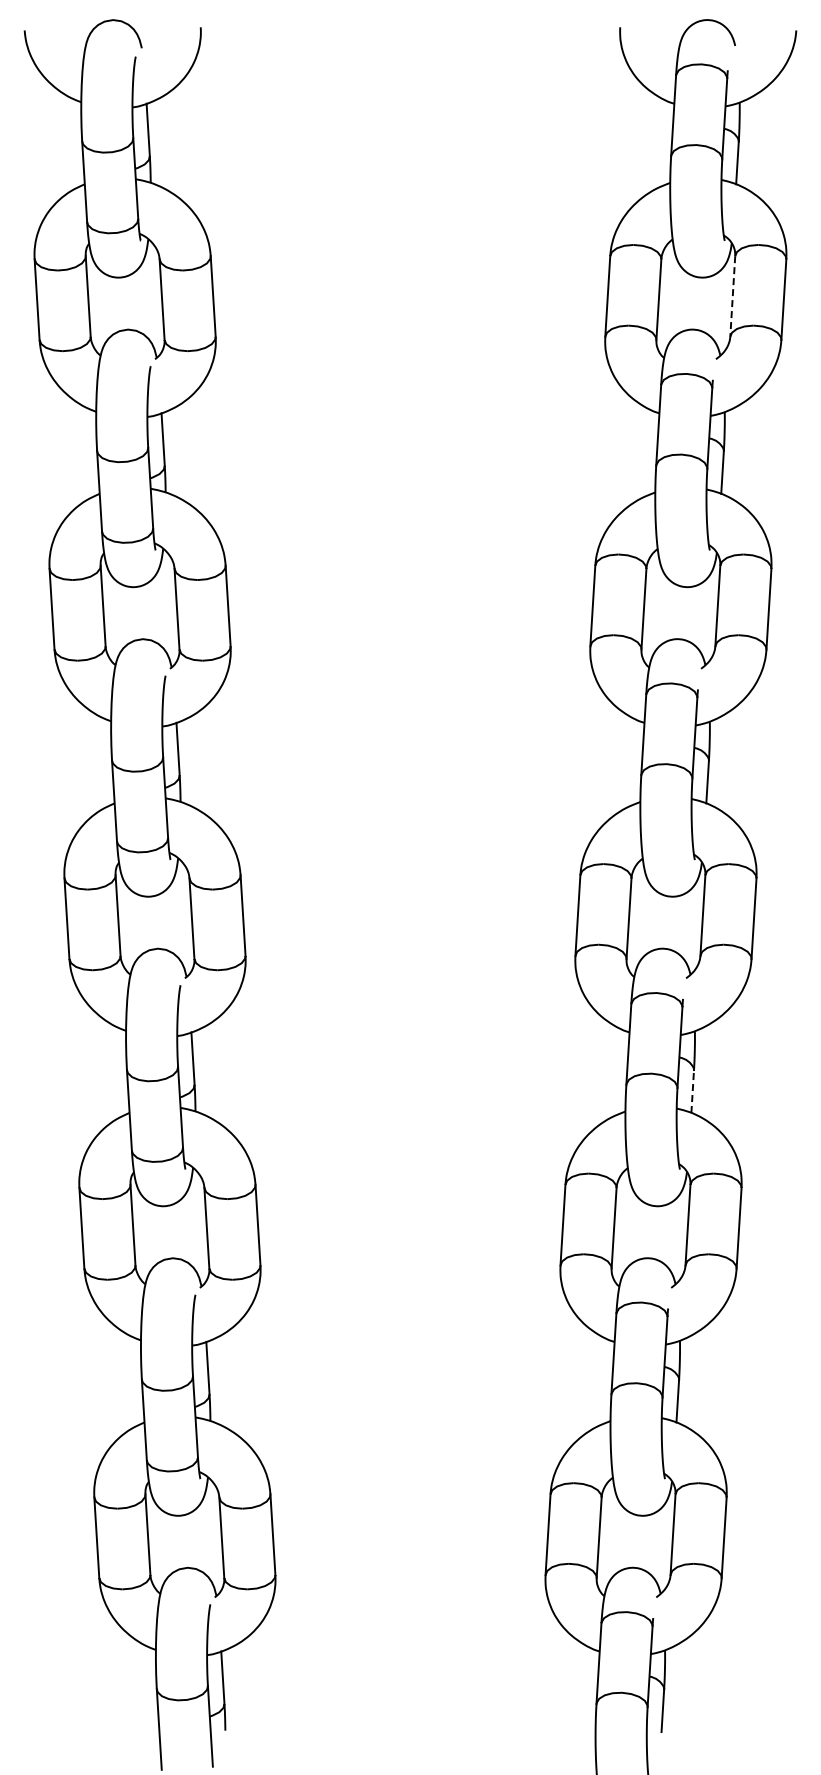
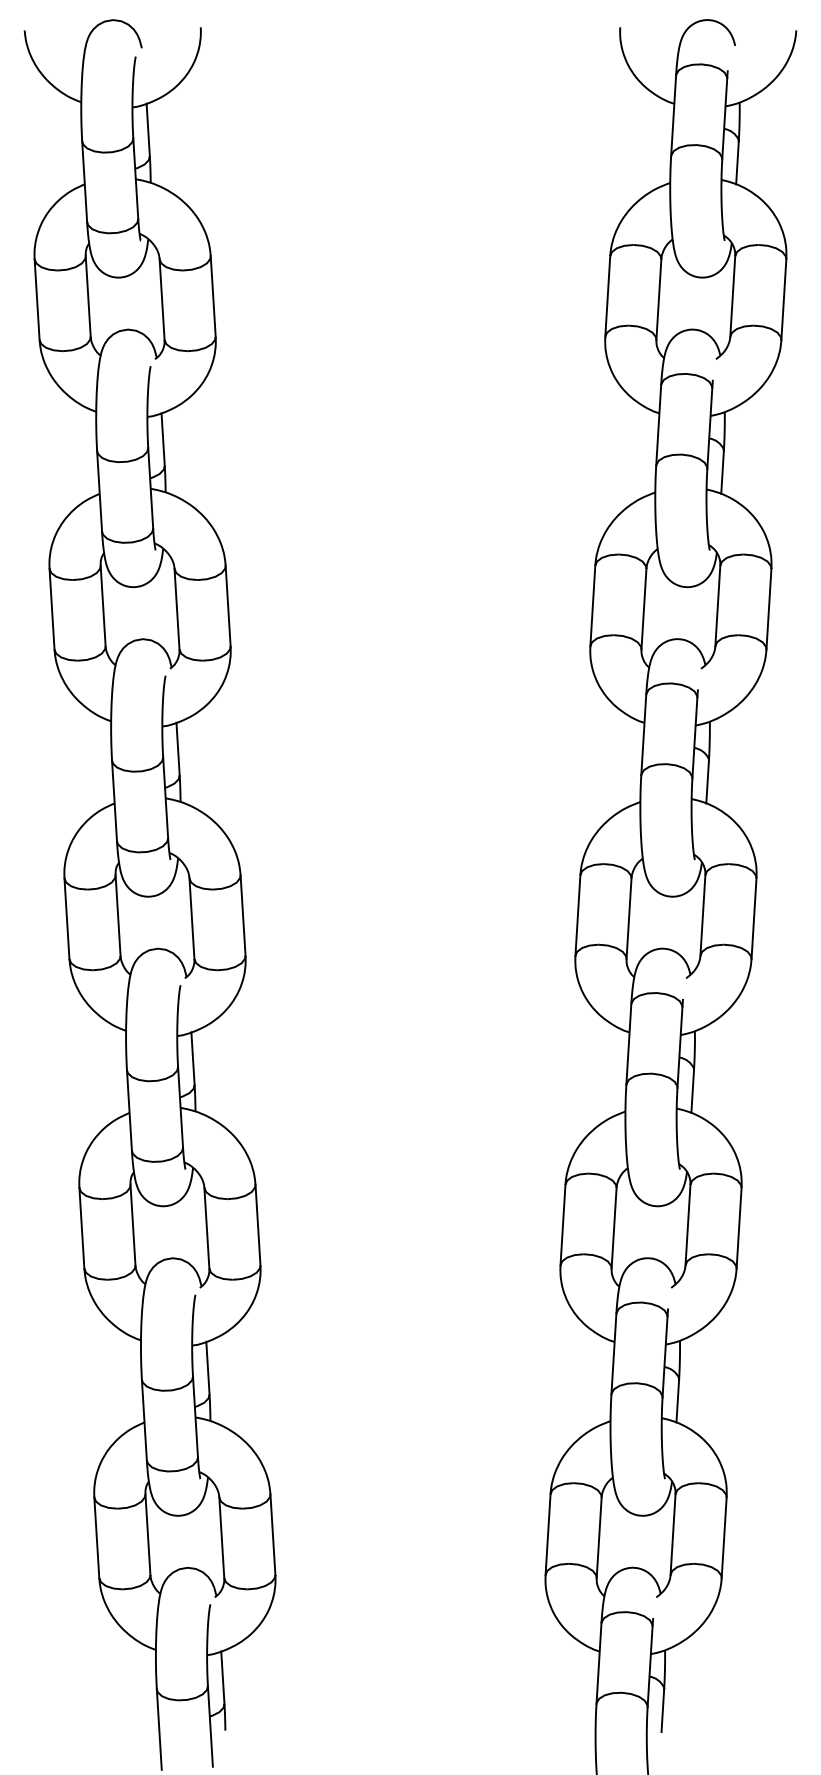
line at (732, 297): dashed -> solid
line at (692, 1091): dashed -> solid
